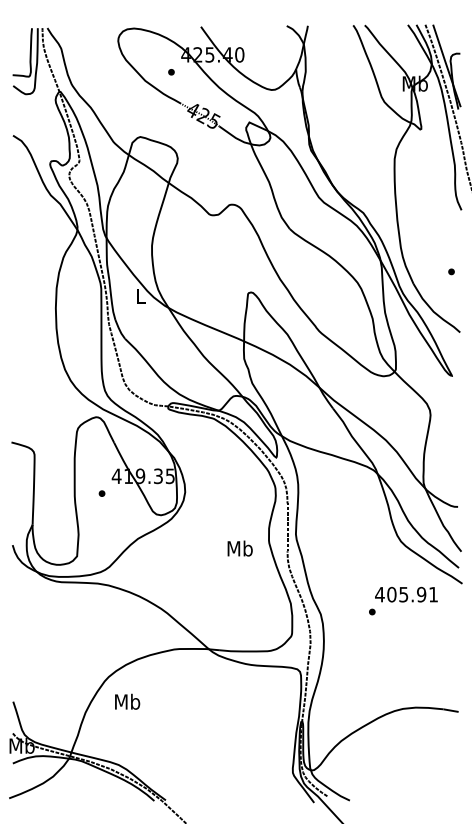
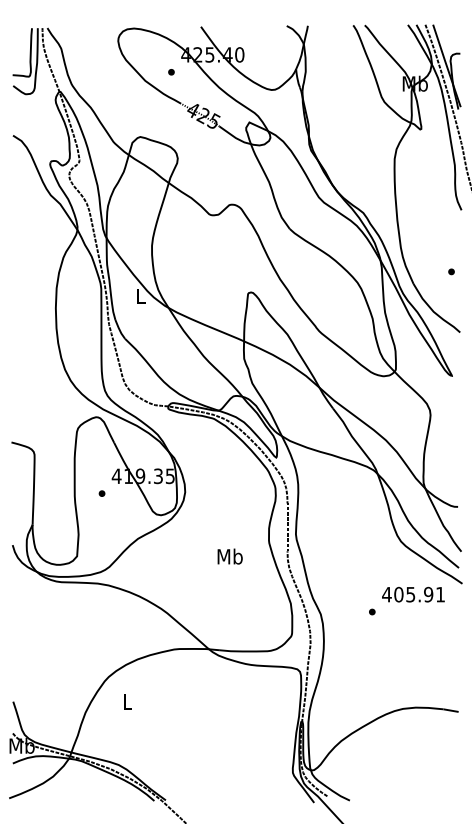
text at (239, 548) position: (239, 548) -> (229, 556)
text at (406, 594) position: (406, 594) -> (413, 594)
text at (127, 701): Mb -> L
